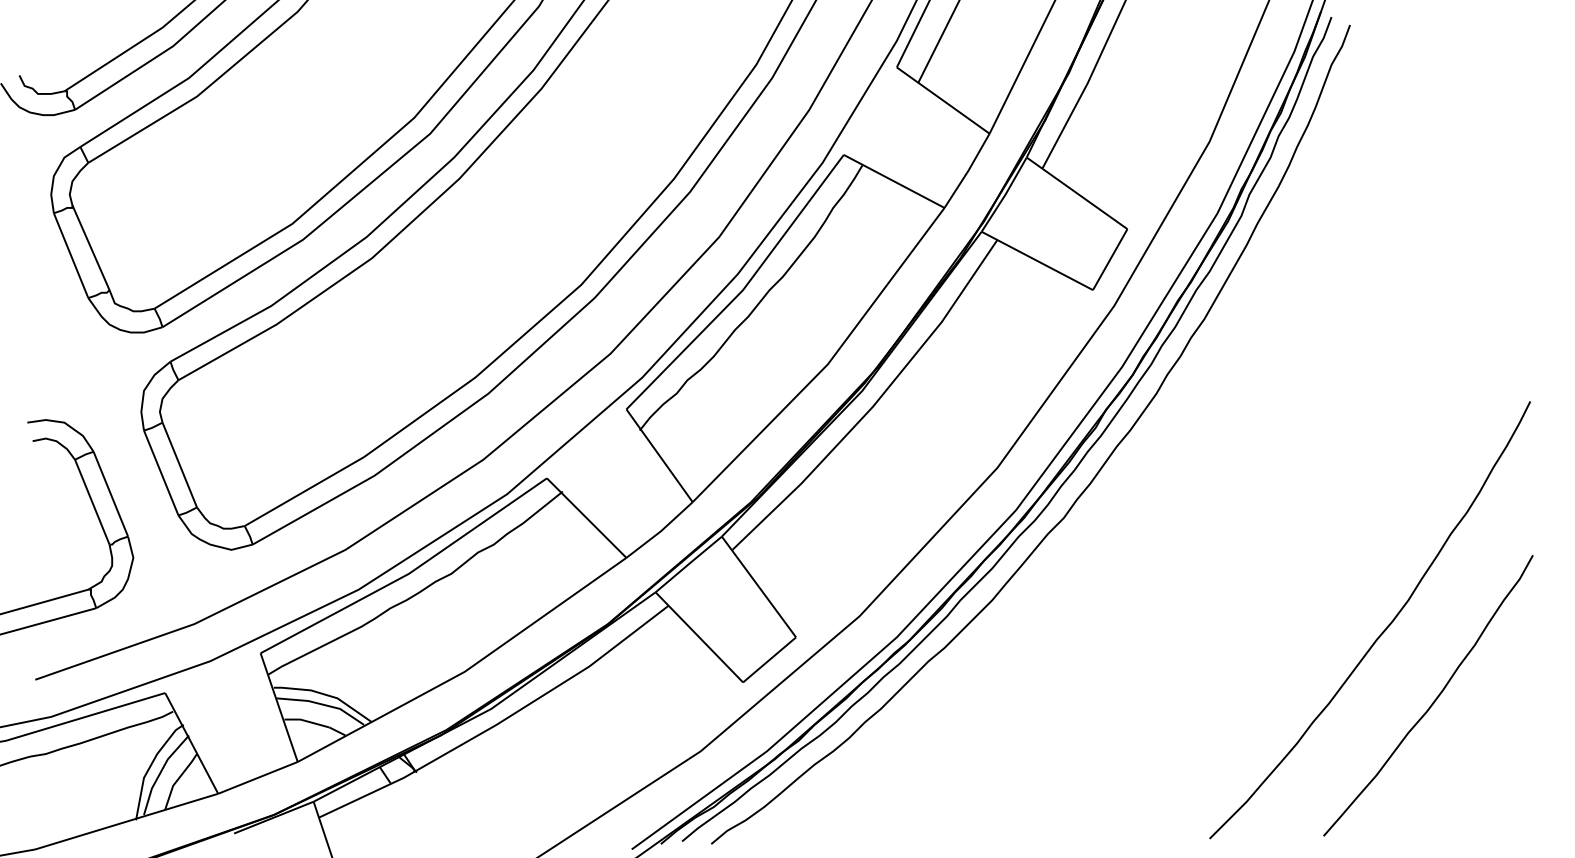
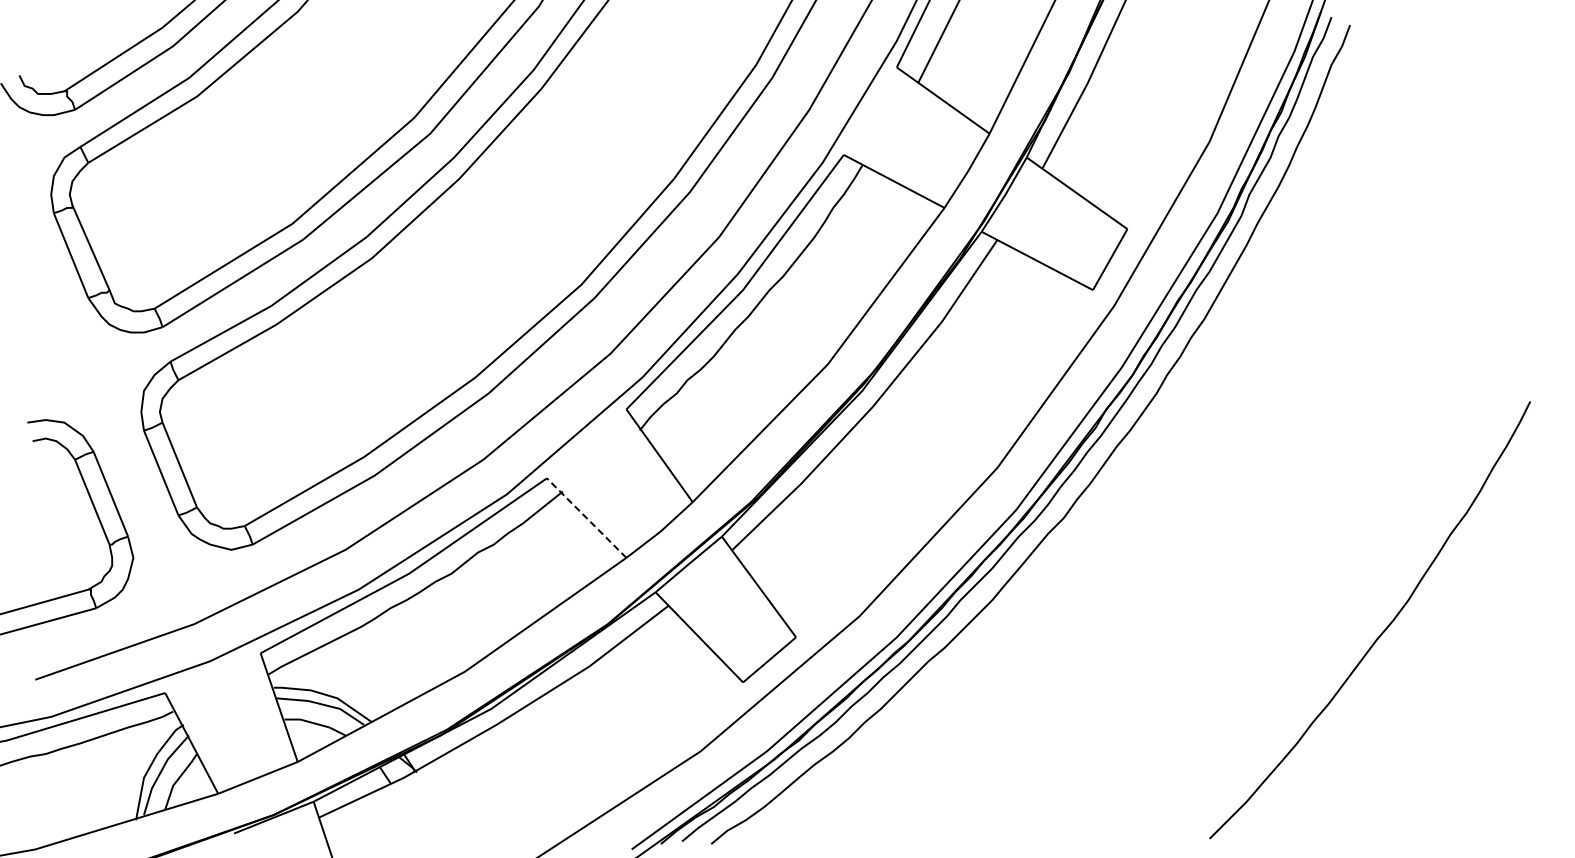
line at (586, 517): solid -> dashed
curve at (1434, 699): present -> none
